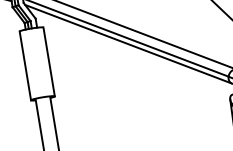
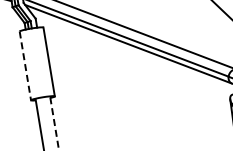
line at (25, 65): solid -> dashed
line at (54, 123): solid -> dashed
